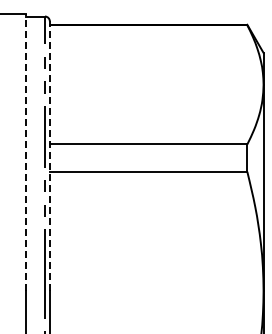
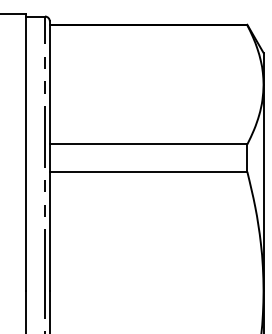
line at (25, 152): dashed -> solid
line at (49, 156): dashed -> solid
